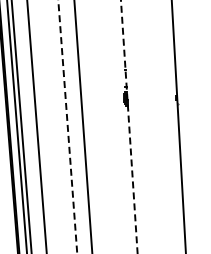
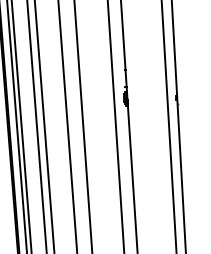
line at (44, 126): none -> present
line at (115, 126): none -> present
line at (129, 126): dashed -> solid
line at (168, 126): none -> present
line at (67, 127): dashed -> solid
